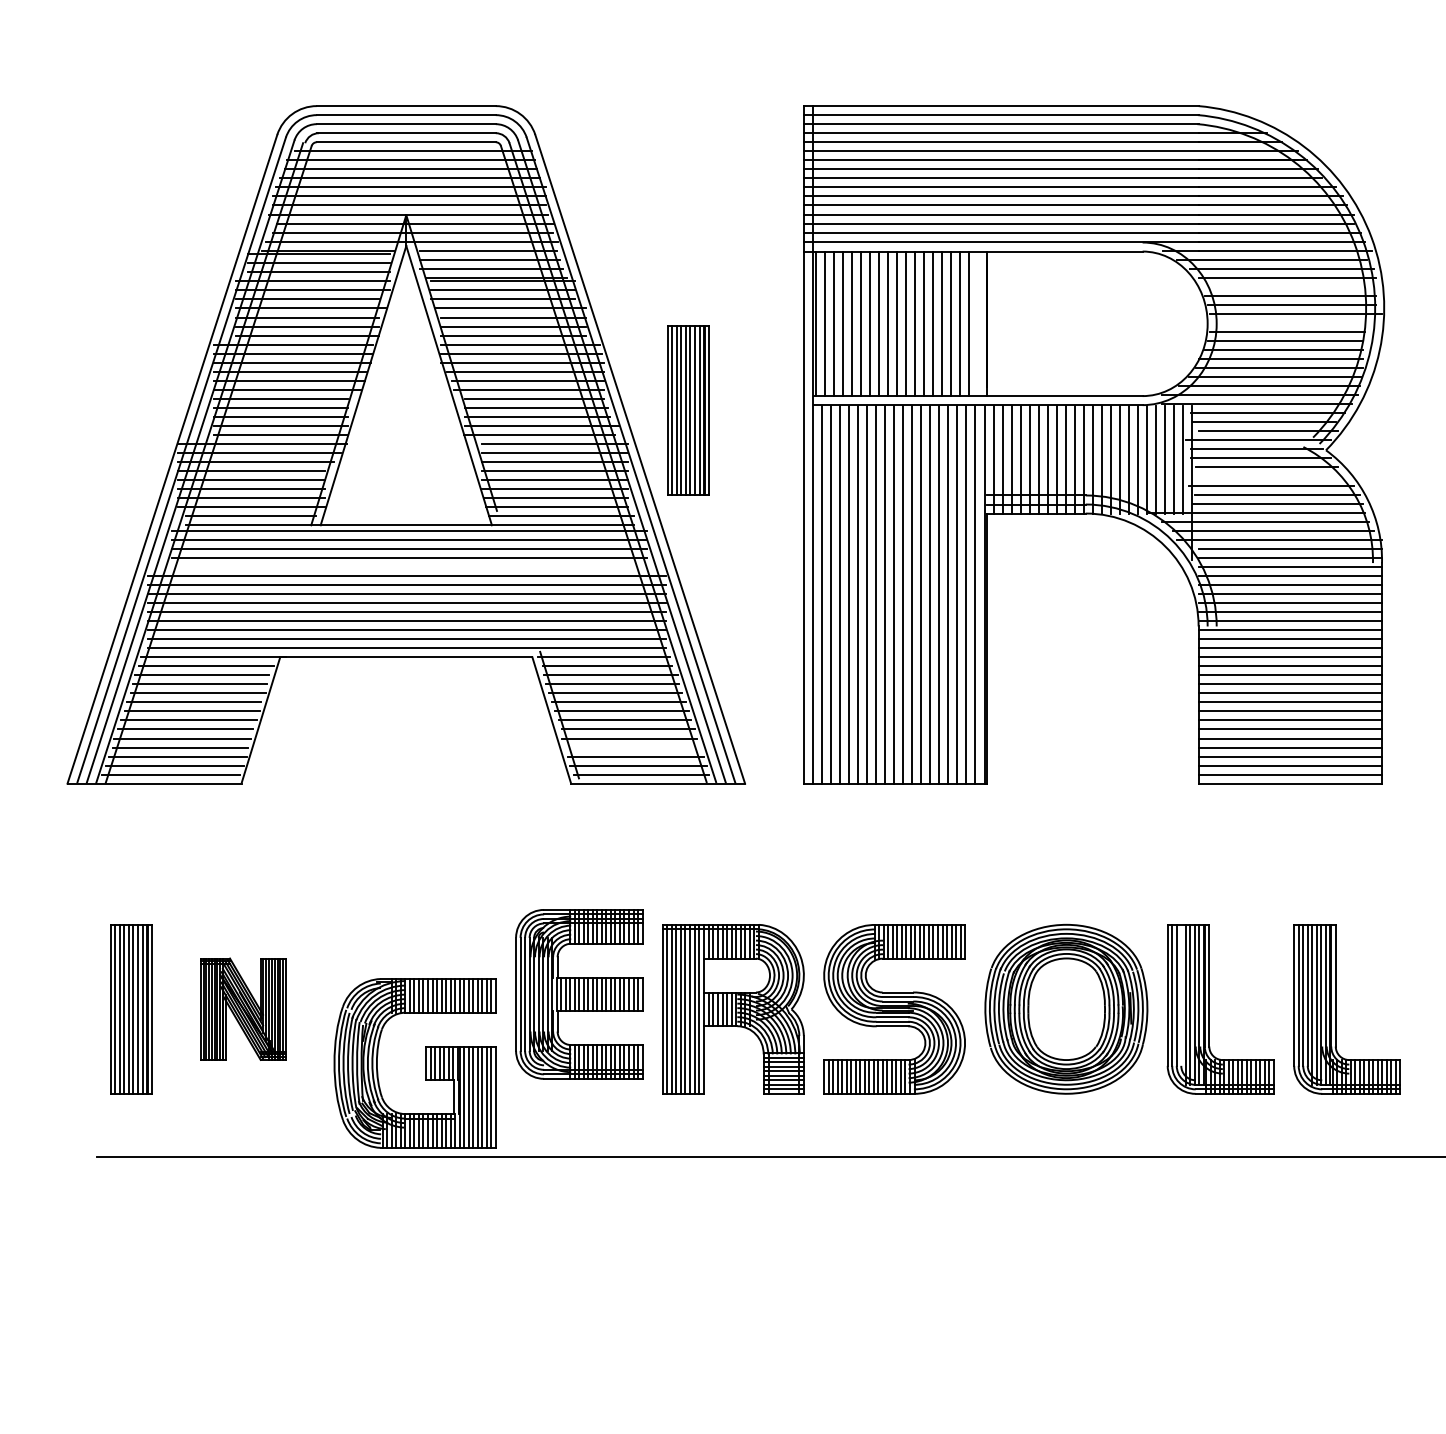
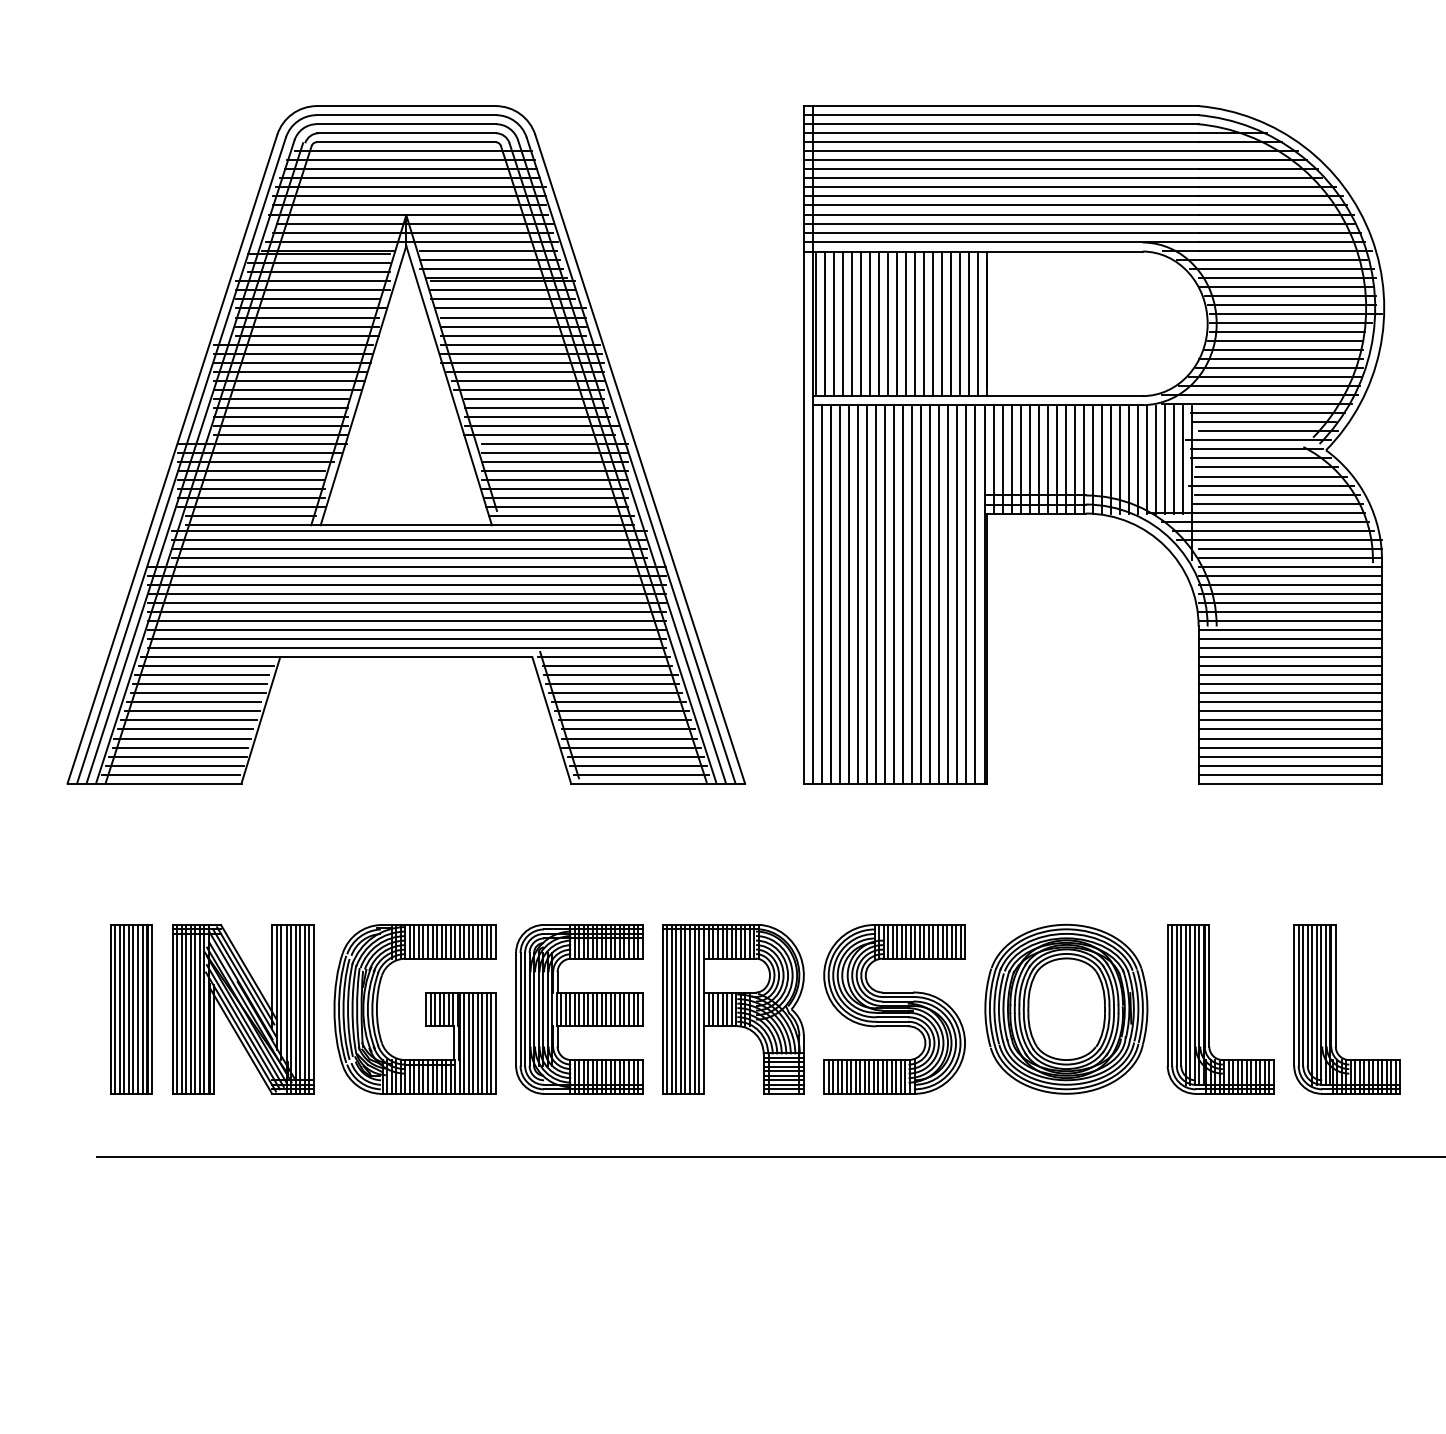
line at (1286, 286): none -> present
line at (1290, 322): none -> present
line at (978, 323): none -> present
part at (688, 410): present -> none
line at (1270, 476): none -> present
line at (406, 566): none -> present
line at (630, 747): none -> present
part at (579, 994) position: (579, 994) -> (579, 1009)
line at (1181, 994): none -> present
part at (243, 1008) size: 87x104 px -> 143x172 px
part at (425, 1063) position: (425, 1063) -> (425, 1009)
